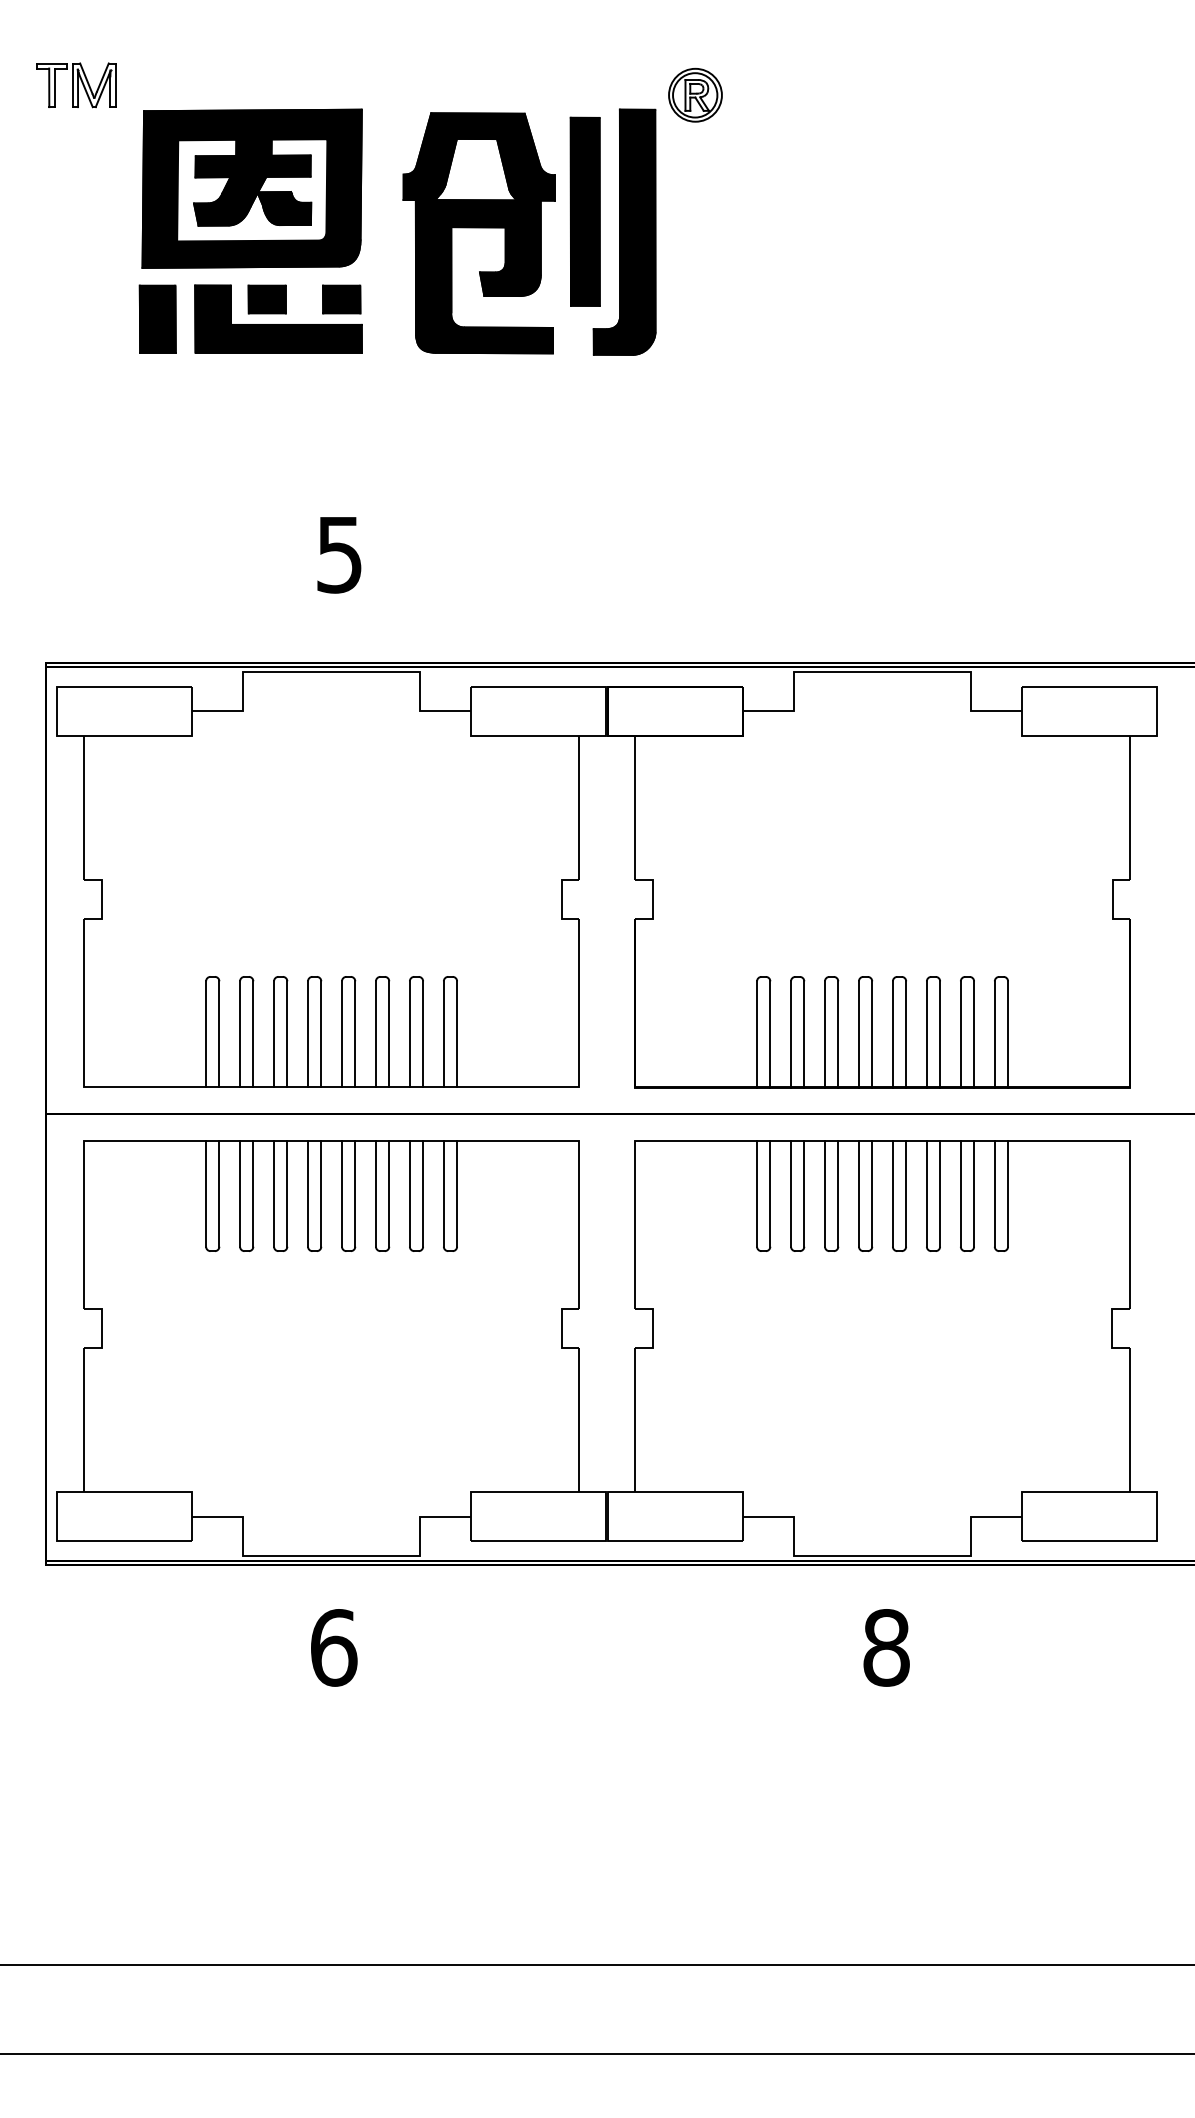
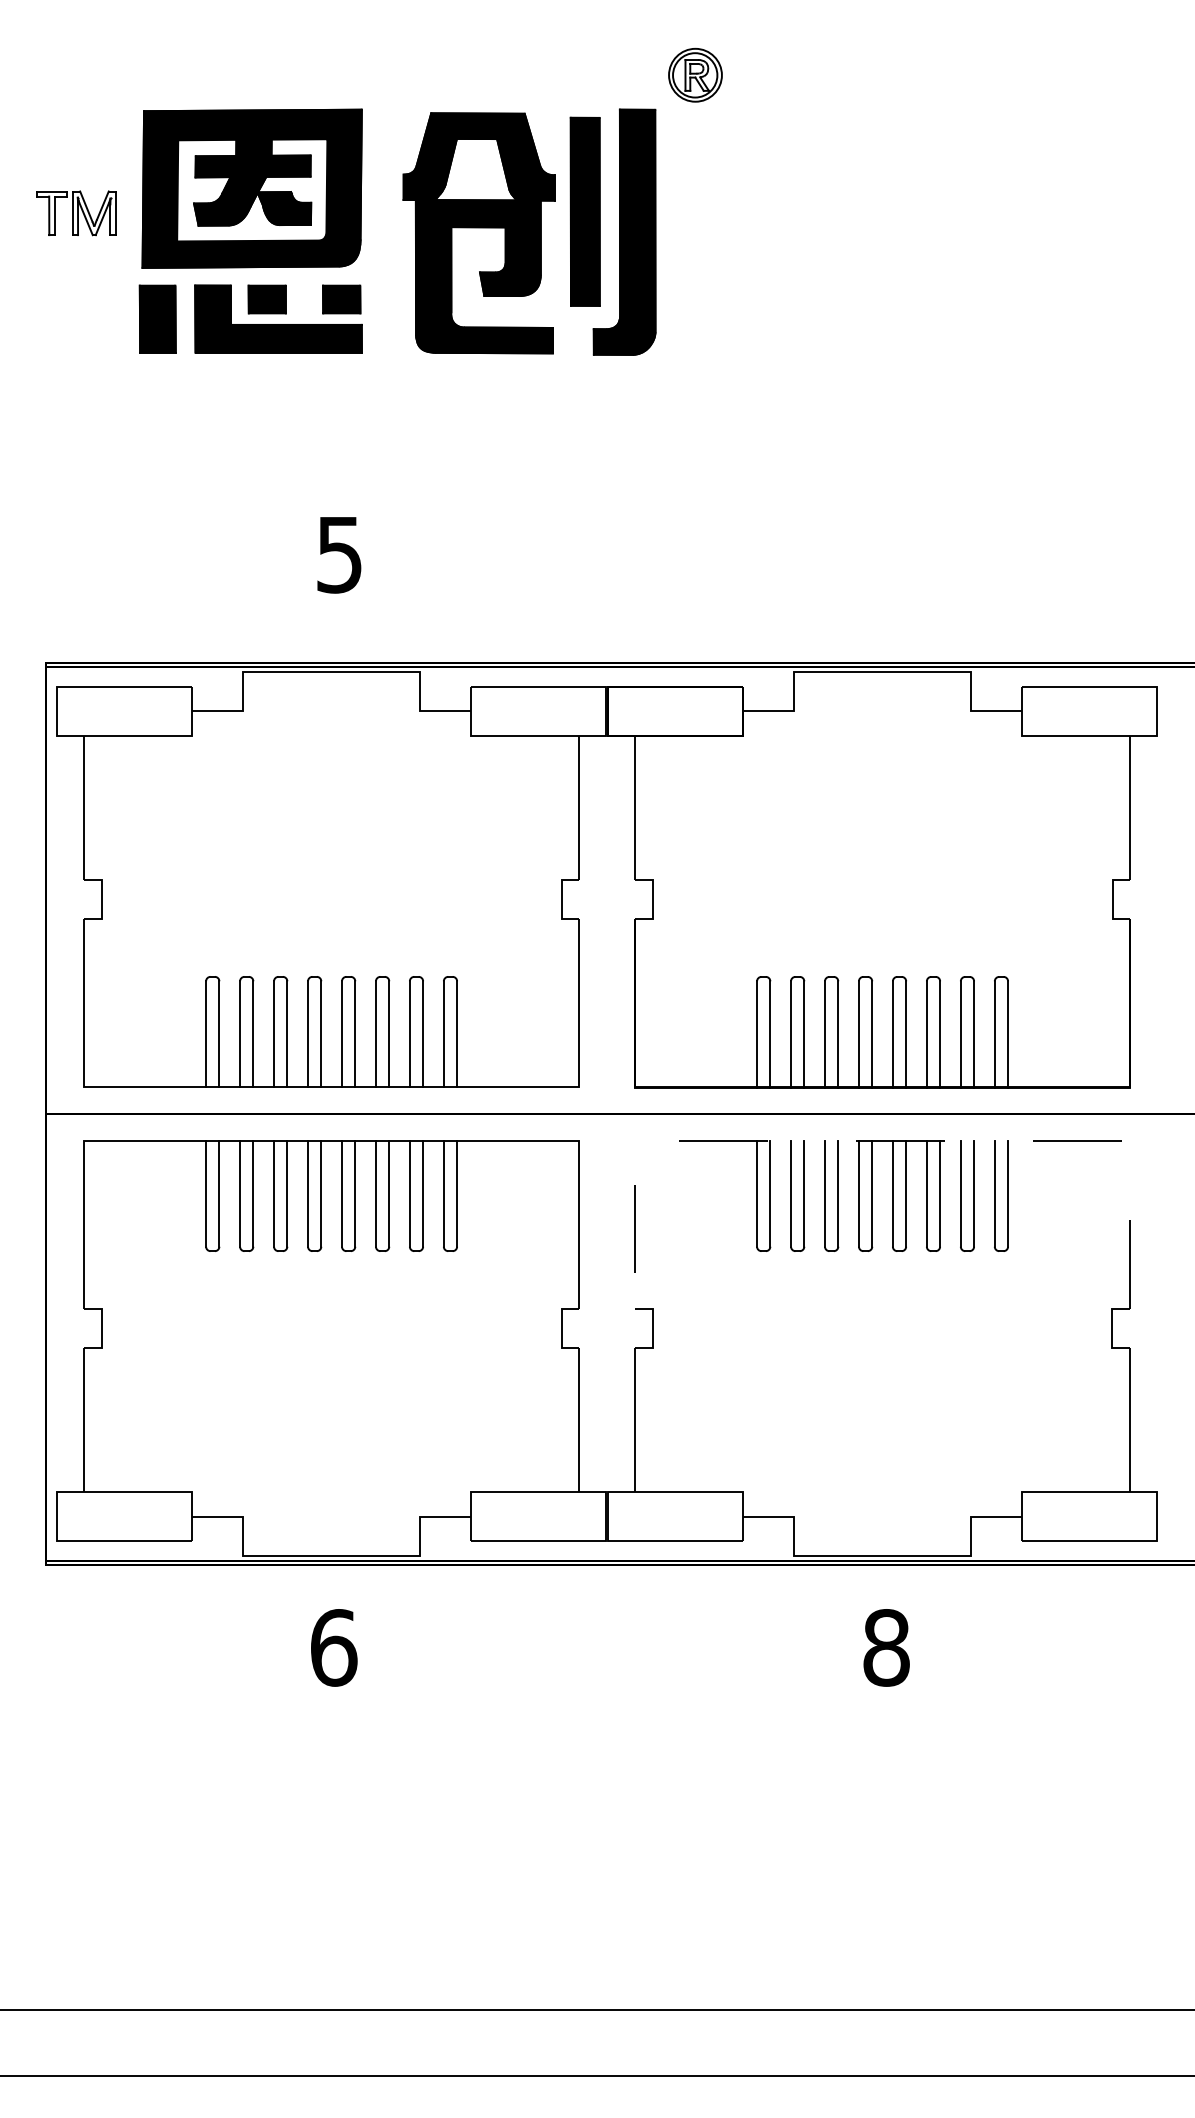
part at (76, 85) position: (76, 85) -> (76, 213)
part at (695, 94) position: (695, 94) -> (695, 74)
line at (882, 1140): solid -> dashed
line at (596, 1965) position: (596, 1965) -> (596, 2010)
line at (596, 2054) position: (596, 2054) -> (596, 2076)
